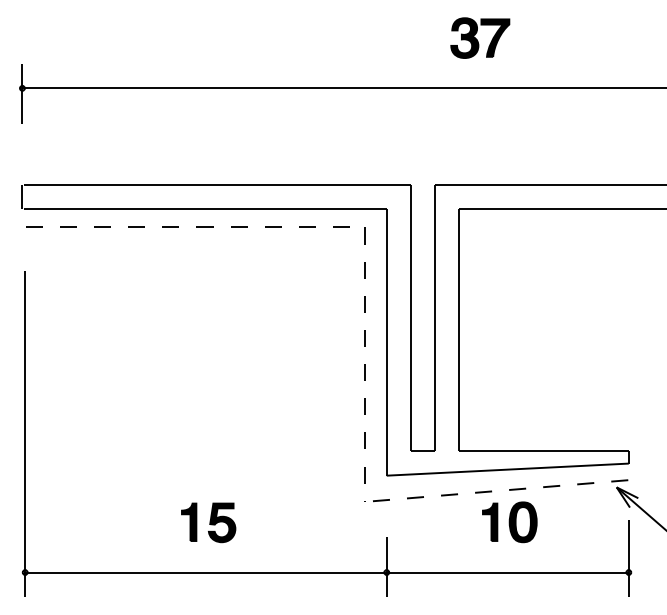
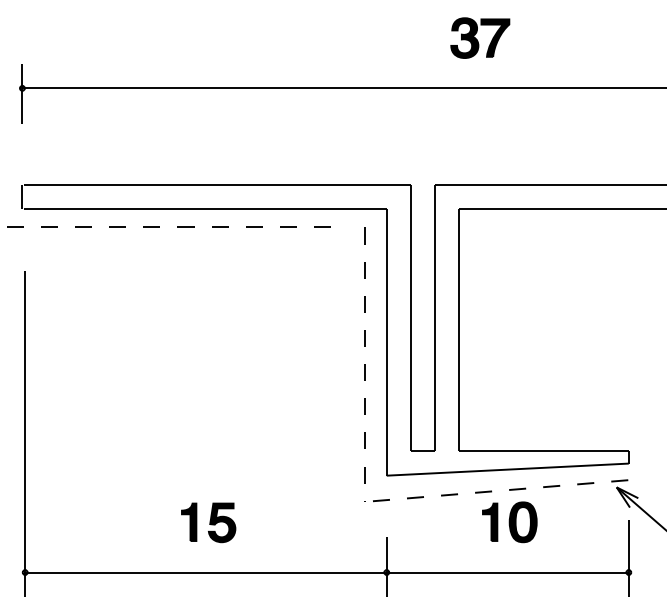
line at (178, 226) position: (178, 226) -> (159, 226)
